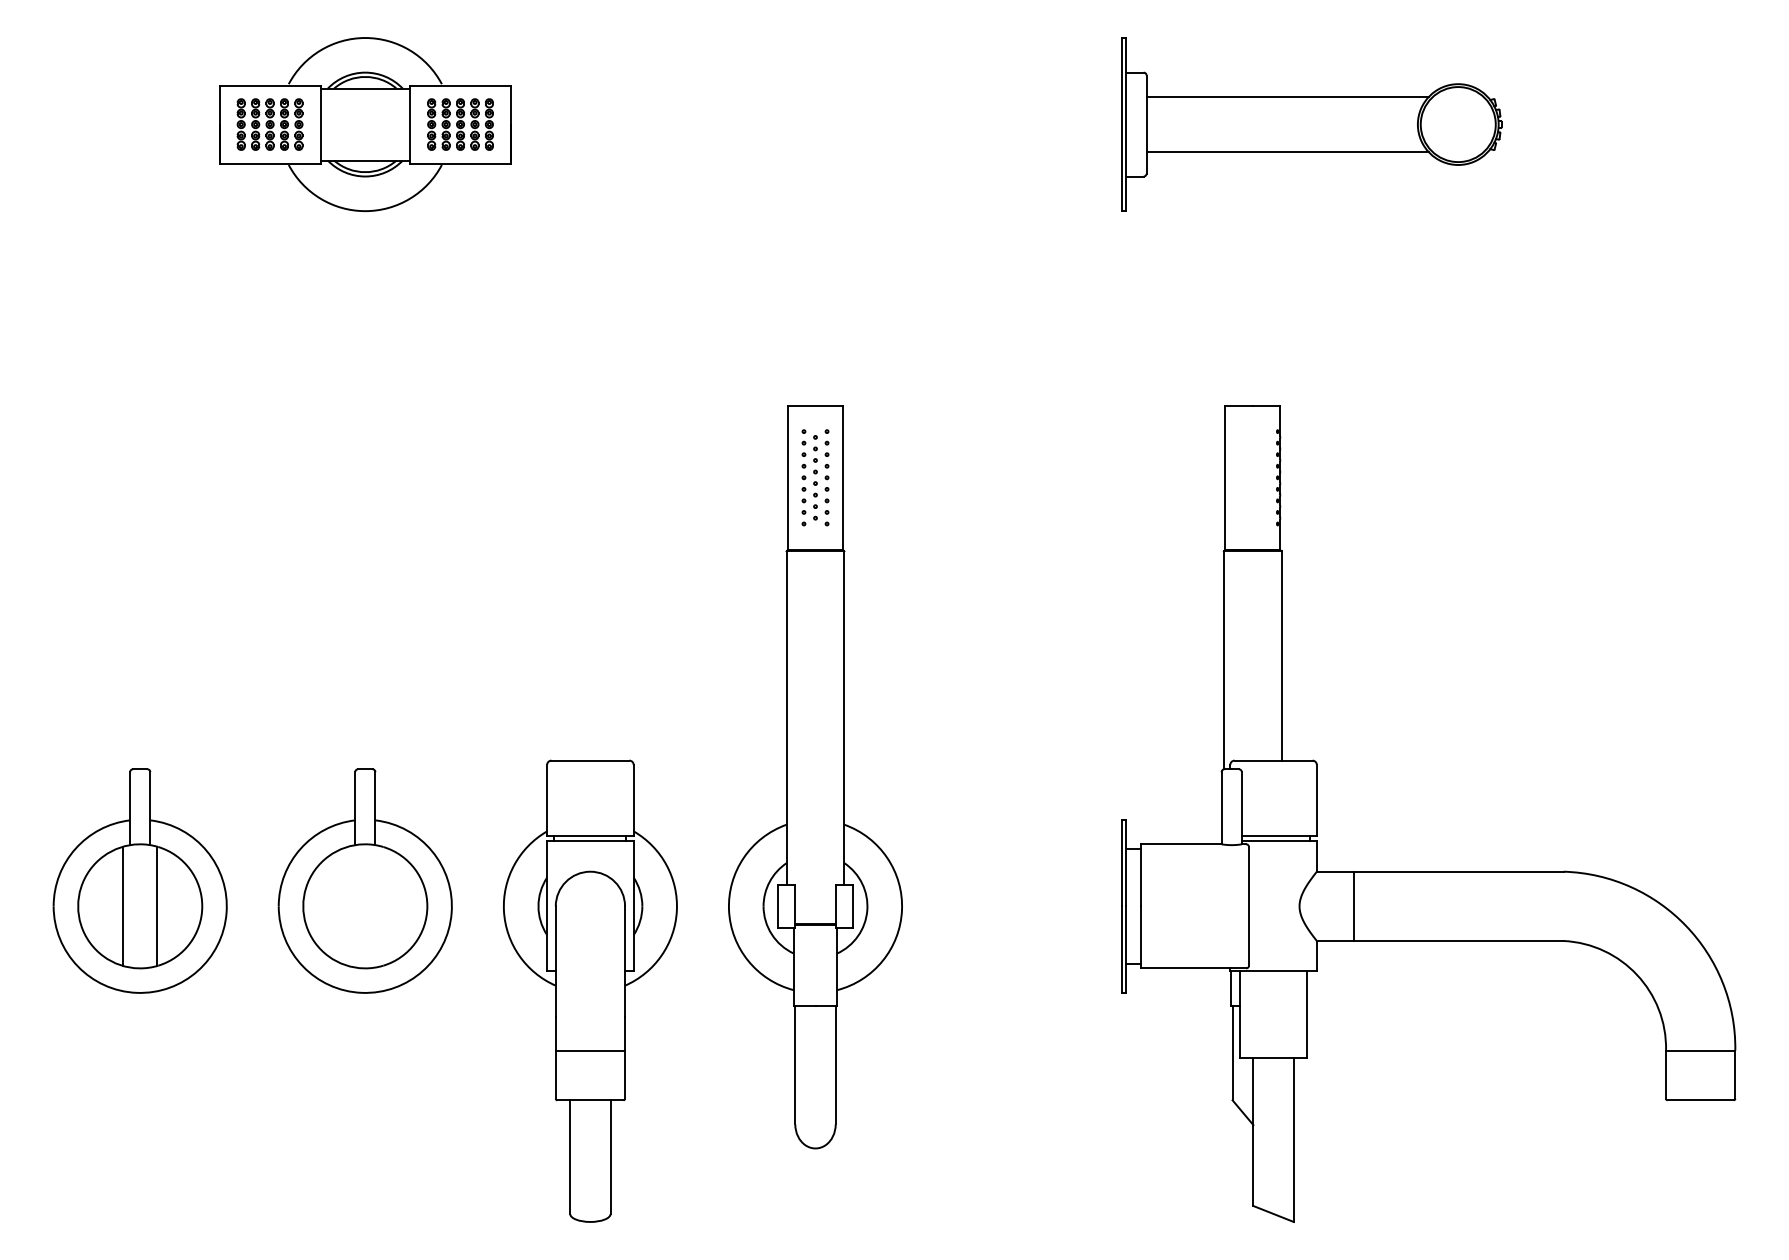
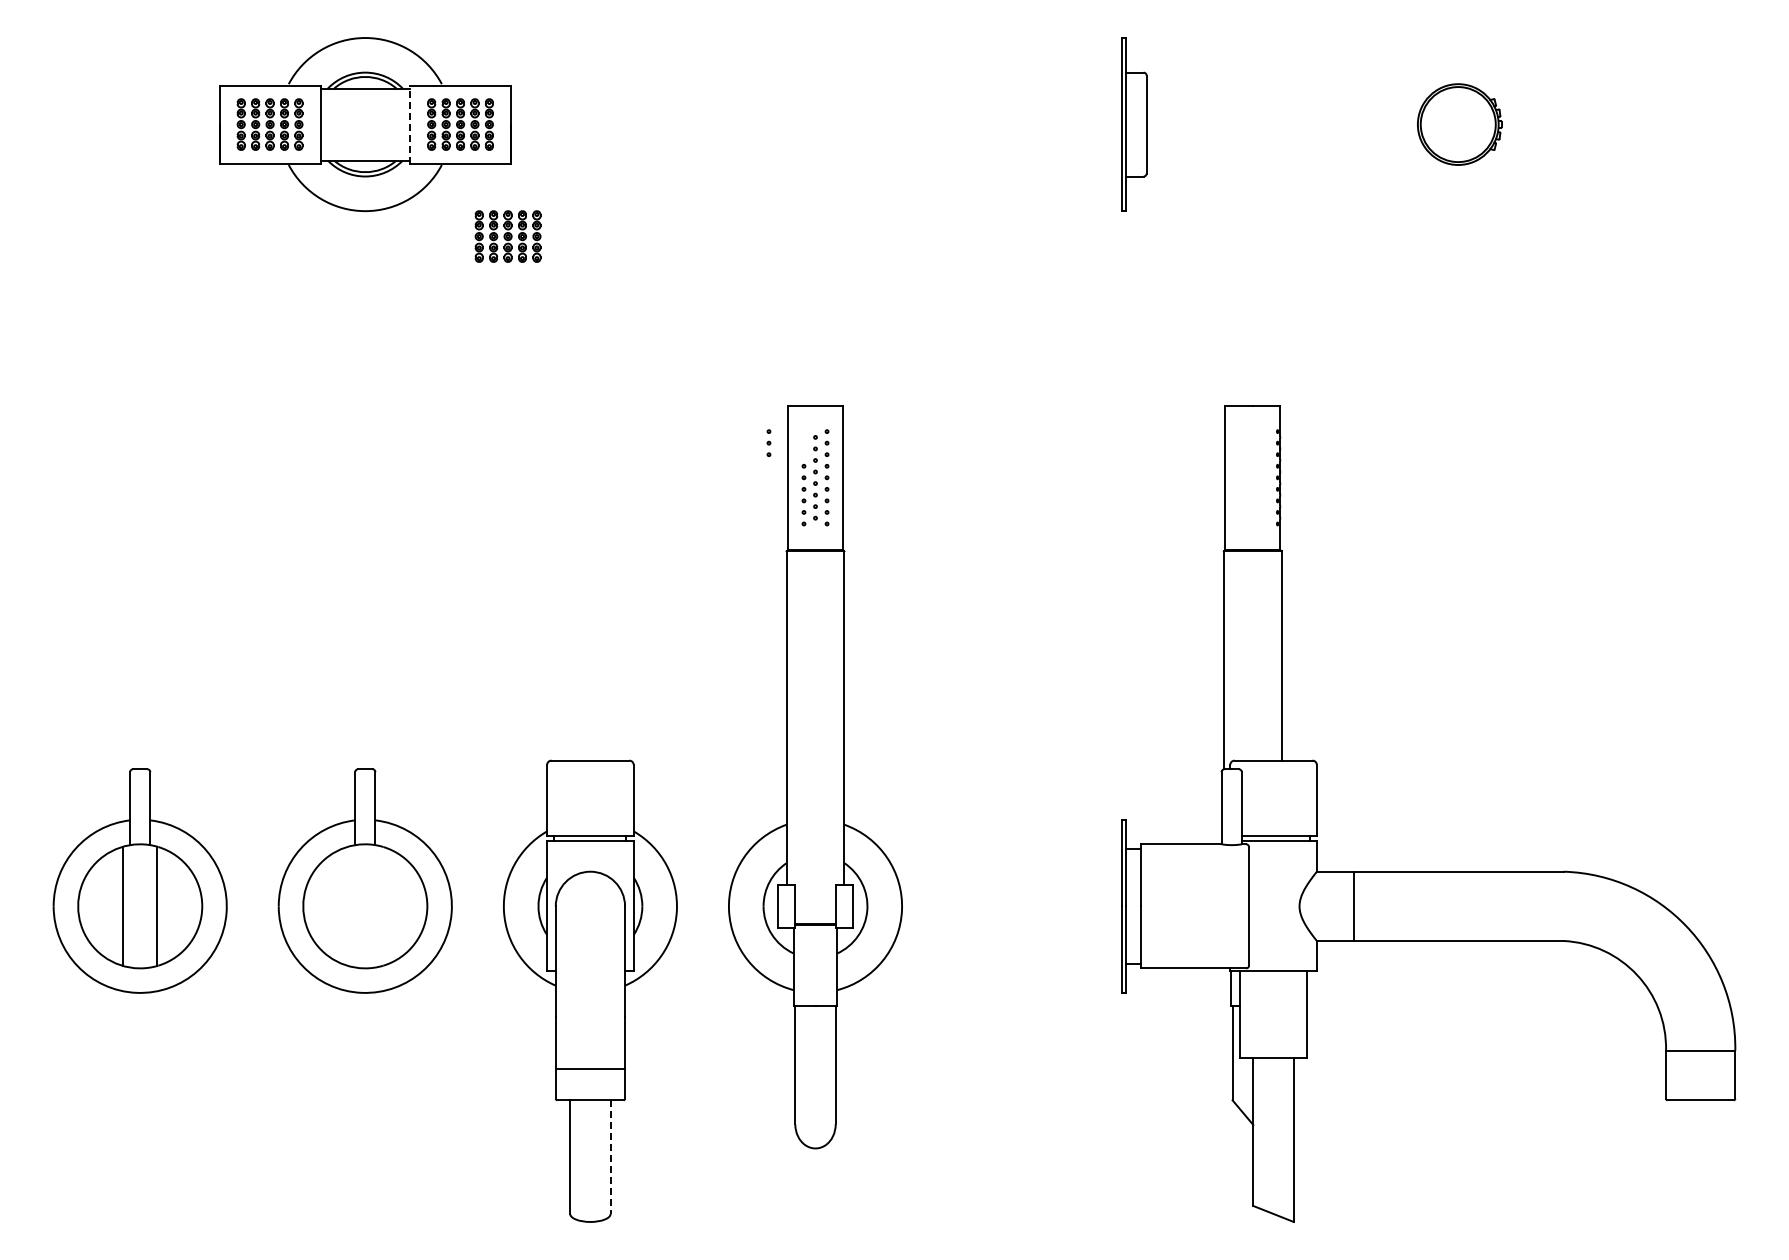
line at (1287, 97): present -> none
line at (410, 124): solid -> dashed
line at (1287, 152): present -> none
part at (507, 236): none -> present
part at (803, 442) position: (803, 442) -> (768, 442)
line at (590, 1050) position: (590, 1050) -> (590, 1068)
line at (610, 1157): solid -> dashed
